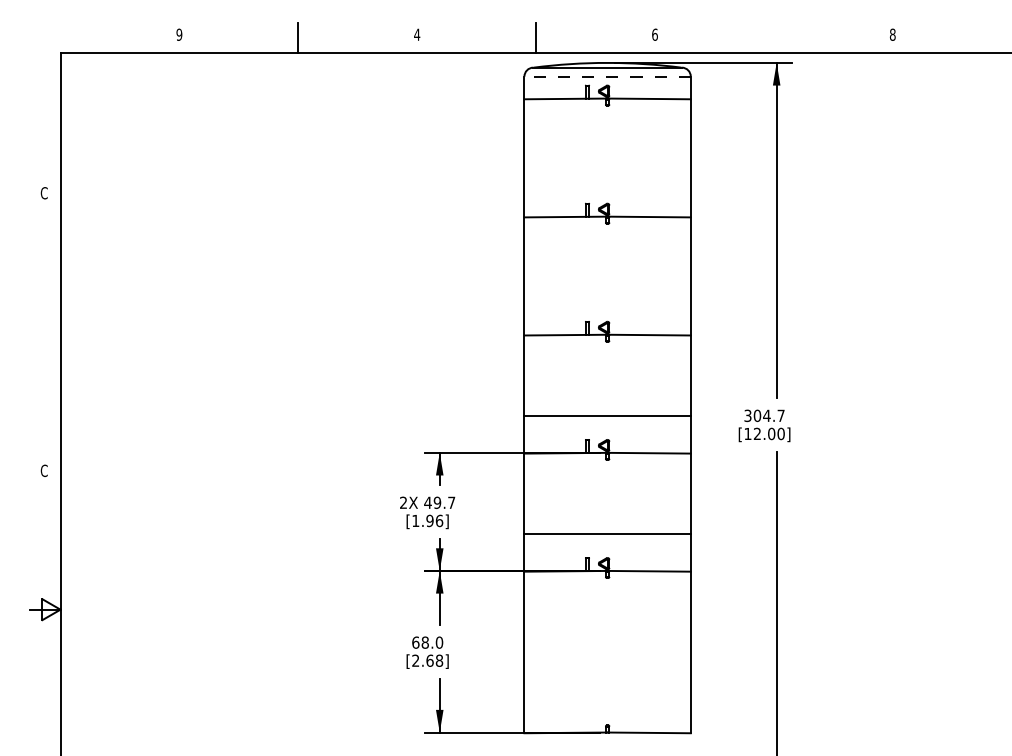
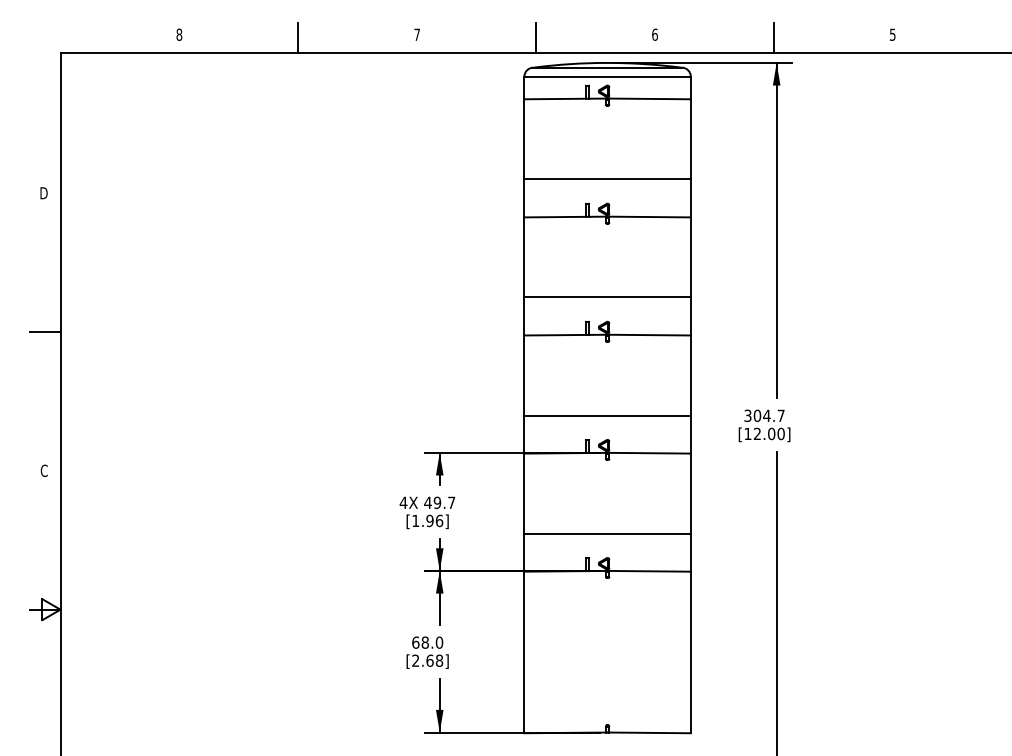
text at (179, 34): 9 -> 8
text at (417, 34): 4 -> 7
text at (892, 34): 8 -> 5
line at (773, 37): none -> present
line at (607, 76): dashed -> solid
line at (607, 179): none -> present
text at (43, 193): C -> D
line at (607, 297): none -> present
line at (45, 332): none -> present
text at (403, 502): 2X -> 4X
